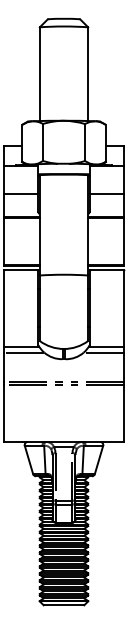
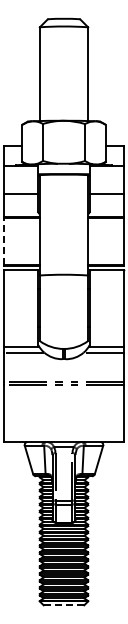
line at (3, 241): solid -> dashed
line at (64, 605): solid -> dashed
